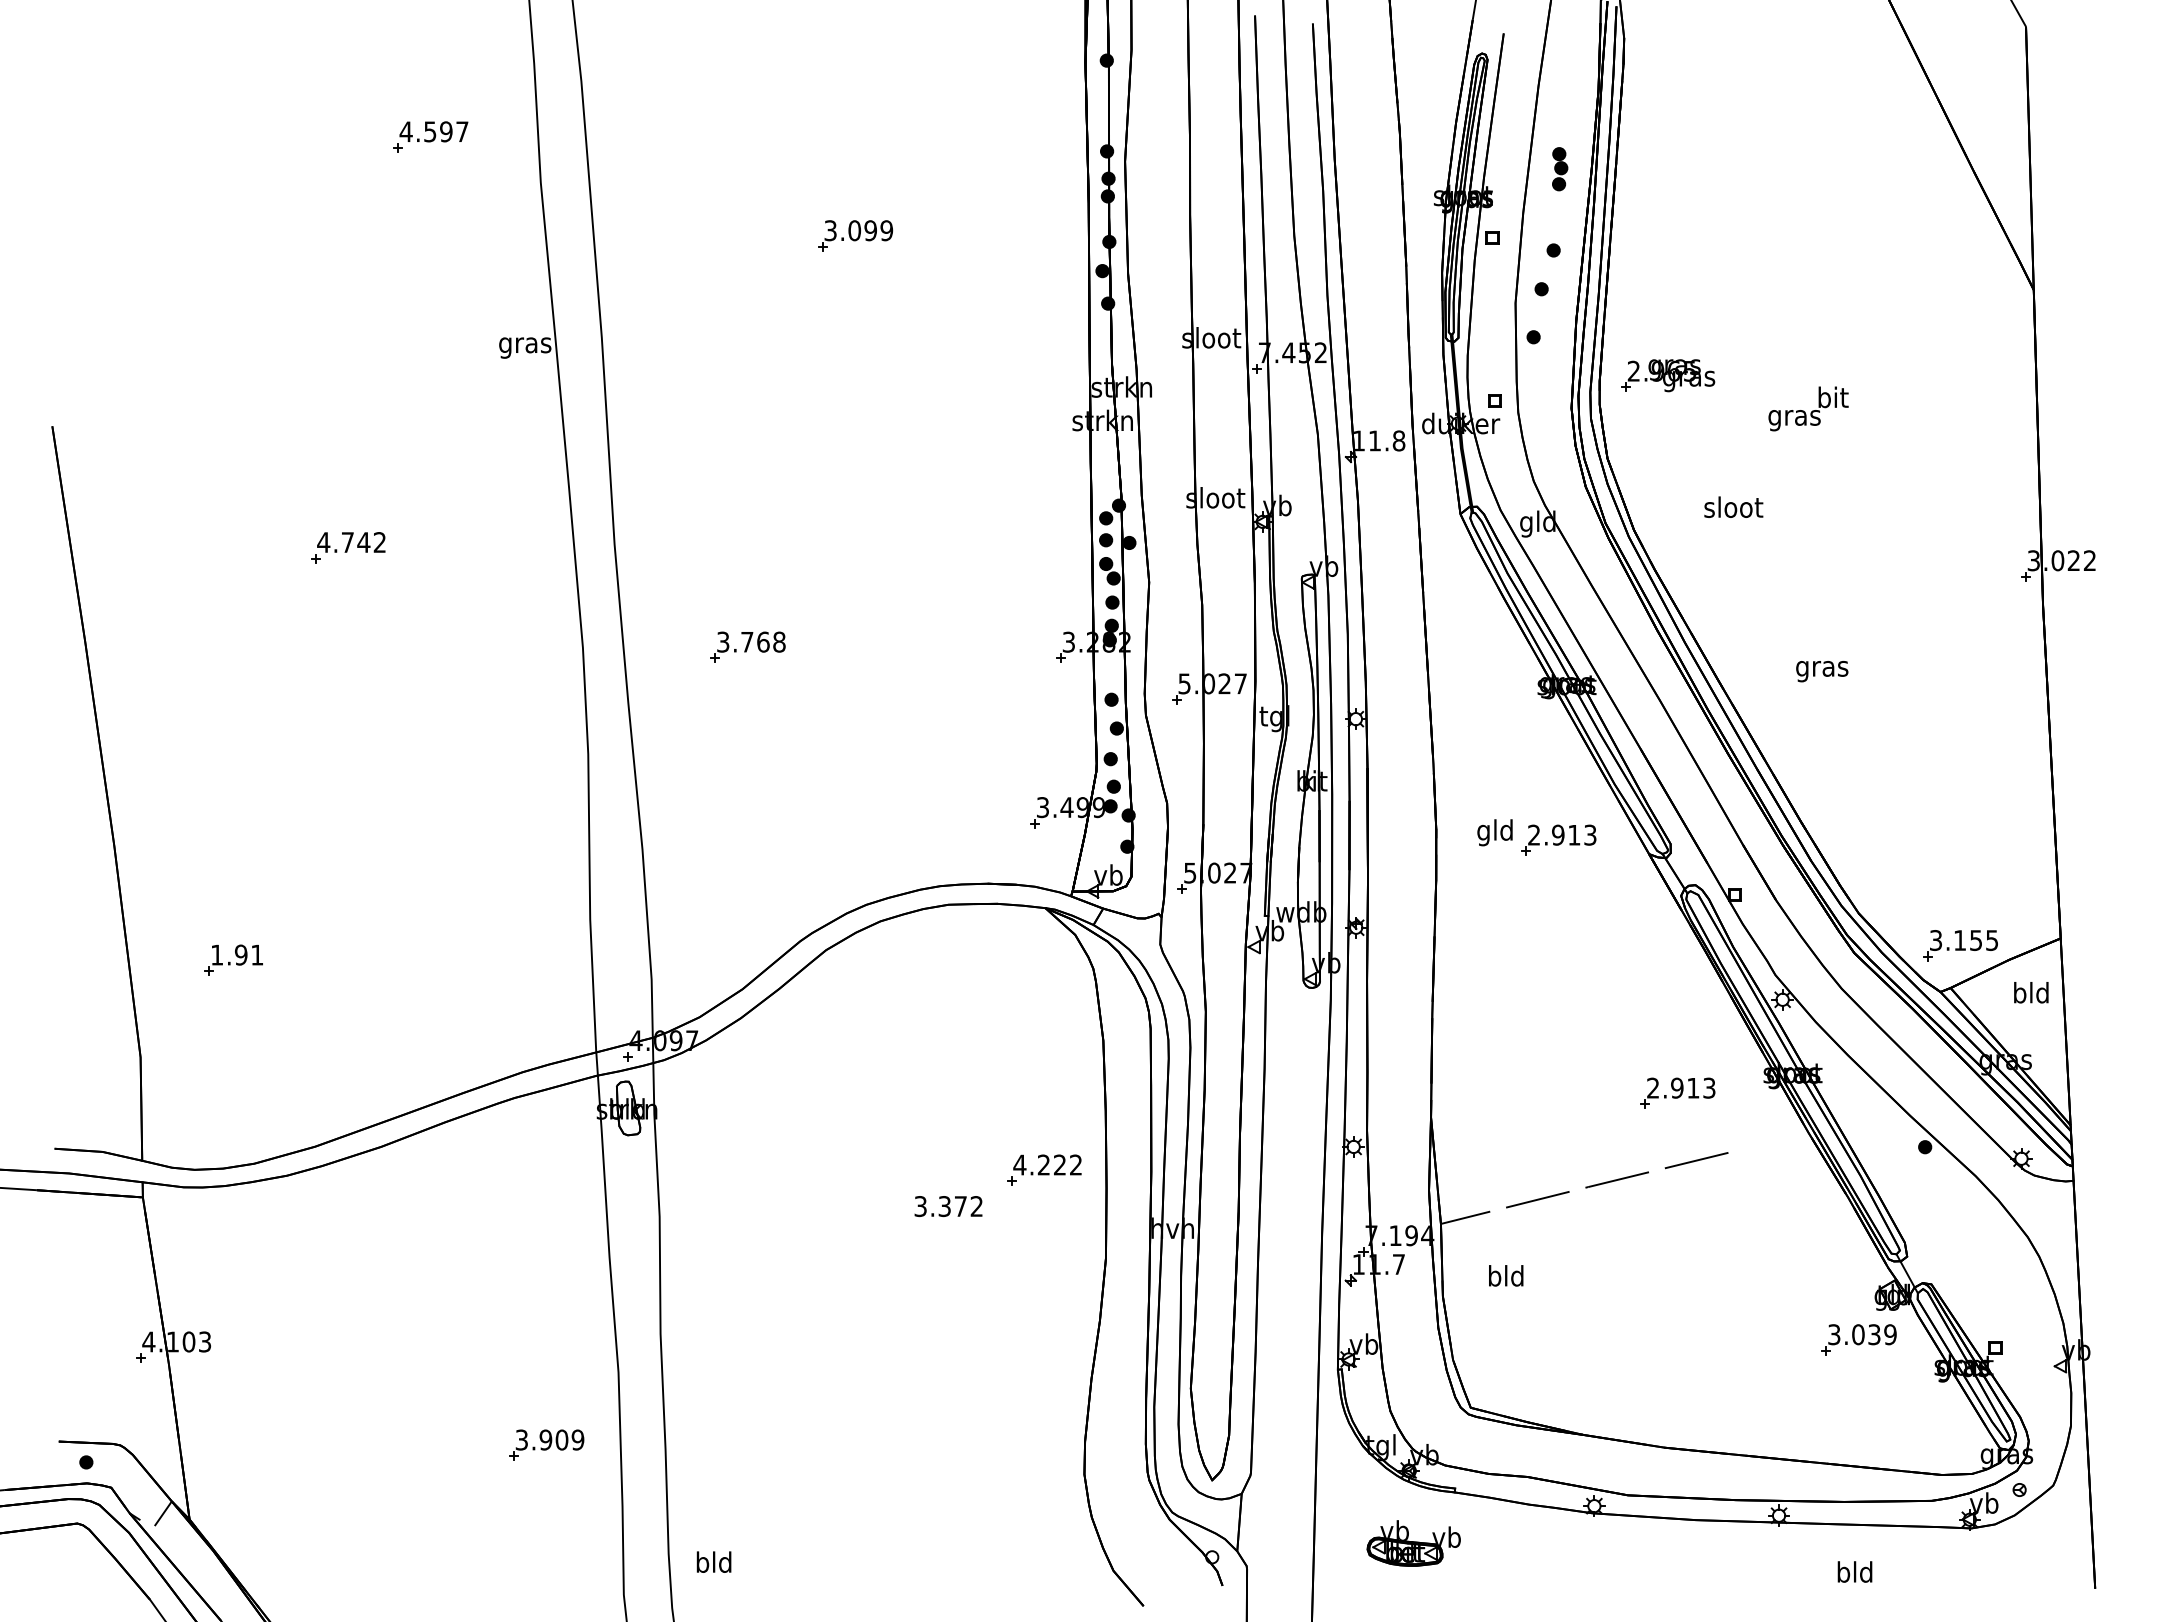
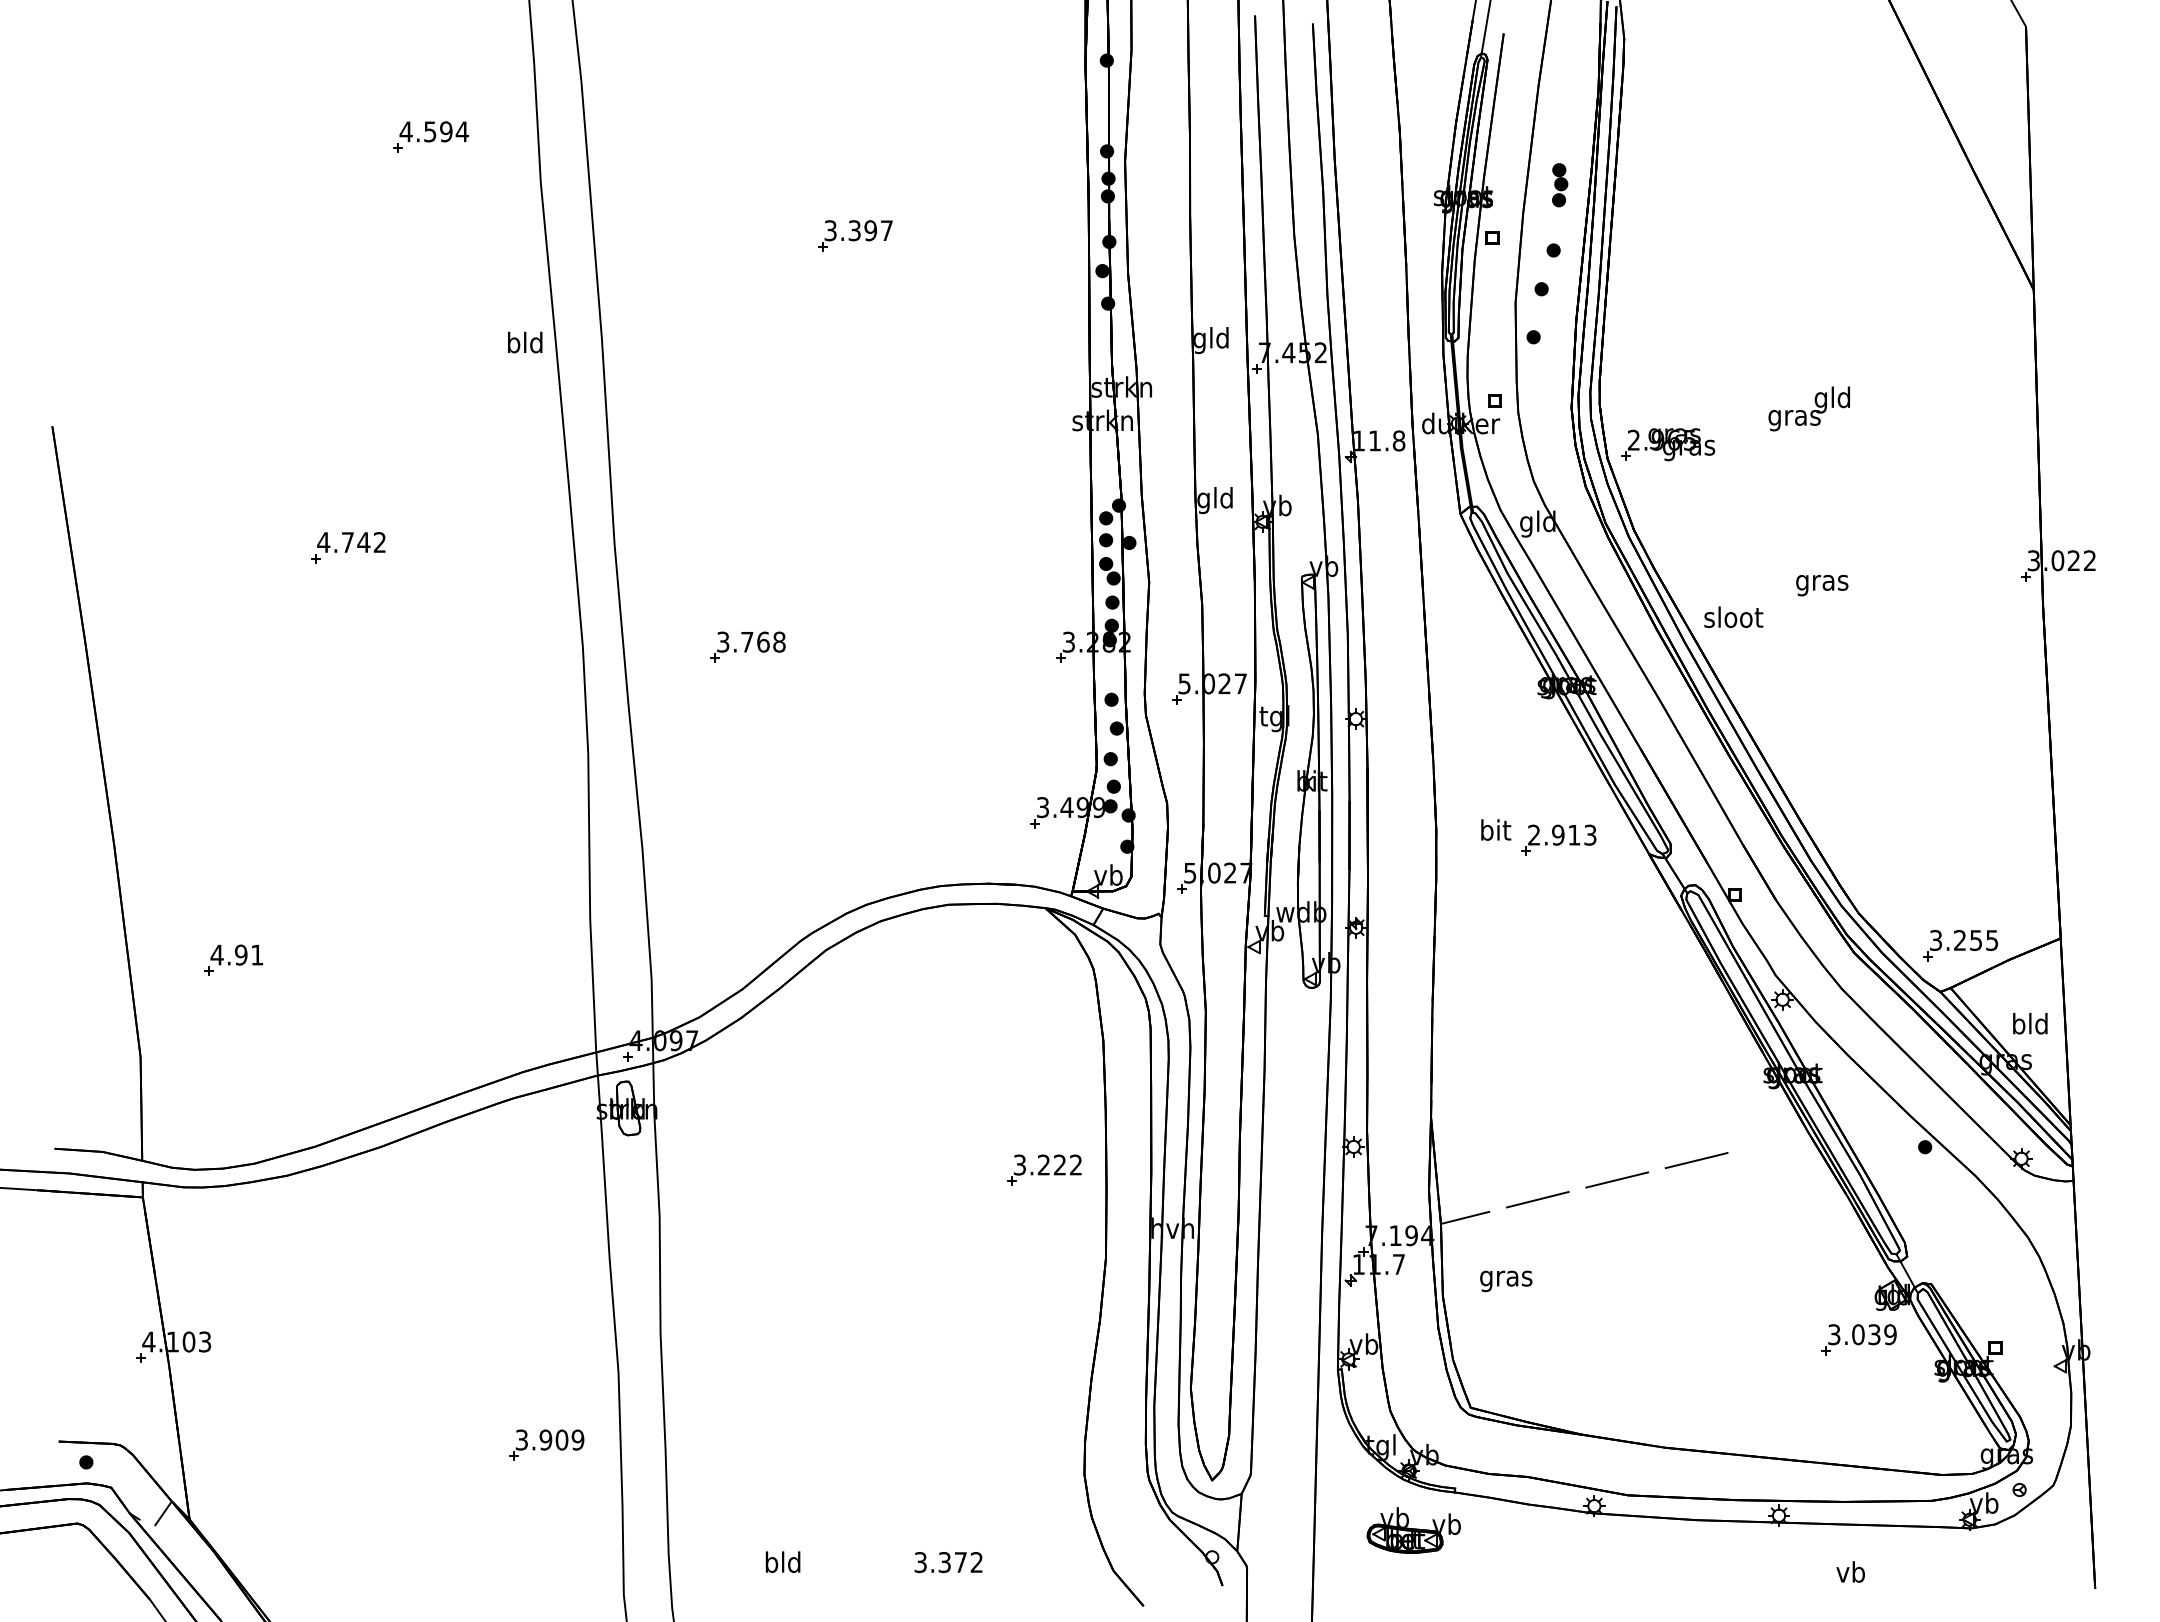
line at (1485, 29): none -> present
text at (461, 131): 4.597 -> 4.594
part at (1560, 169) position: (1560, 169) -> (1560, 185)
text at (870, 230): 3.099 -> 3.397
text at (1211, 340): sloot -> gld
text at (525, 344): gras -> bld
part at (1668, 375) position: (1668, 375) -> (1668, 444)
text at (1831, 399): bit -> gld
text at (1215, 500): sloot -> gld
text at (1733, 506) position: (1733, 506) -> (1733, 616)
text at (1822, 671) position: (1822, 671) -> (1822, 585)
text at (1494, 832): gld -> bit
text at (1959, 940): 3.155 -> 3.255
text at (216, 954): 1.91 -> 4.91
text at (2031, 992) position: (2031, 992) -> (2030, 1023)
part at (1677, 1092): present -> none
text at (1019, 1164): 4.222 -> 3.222
text at (948, 1206) position: (948, 1206) -> (948, 1562)
text at (1506, 1278): bld -> gras
part at (1413, 1543) position: (1413, 1543) -> (1413, 1530)
text at (713, 1561) position: (713, 1561) -> (782, 1561)
text at (1854, 1571): bld -> vb
